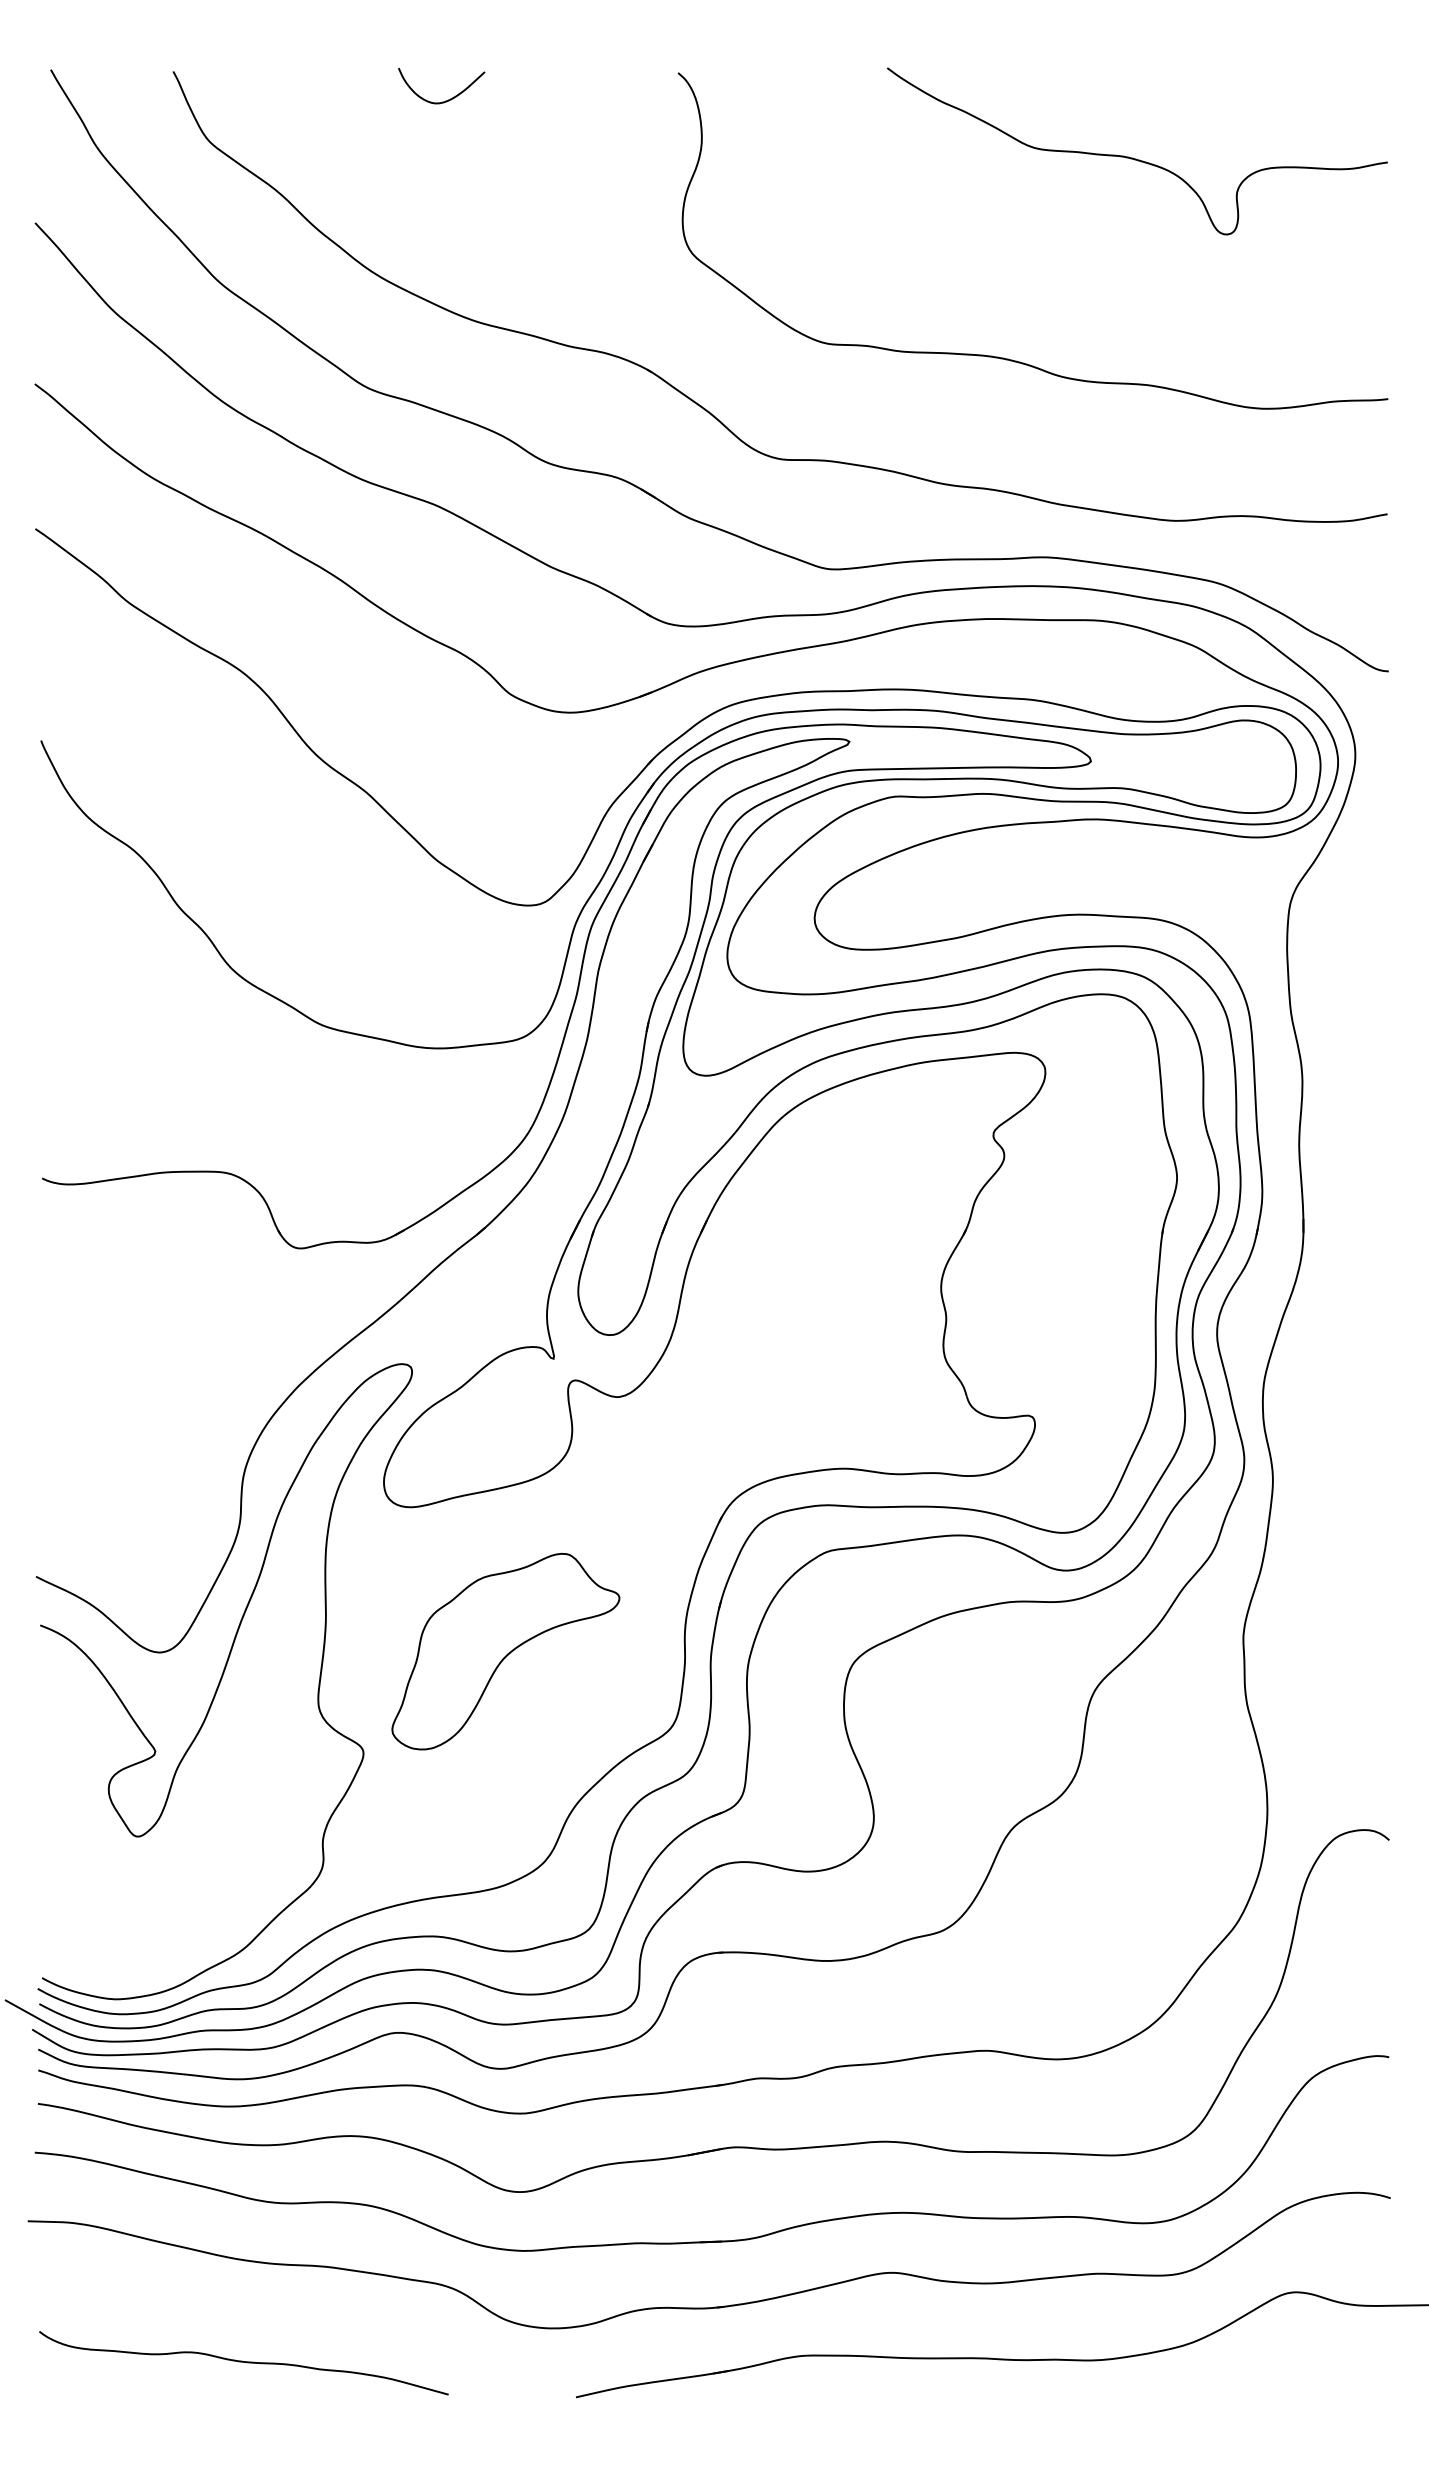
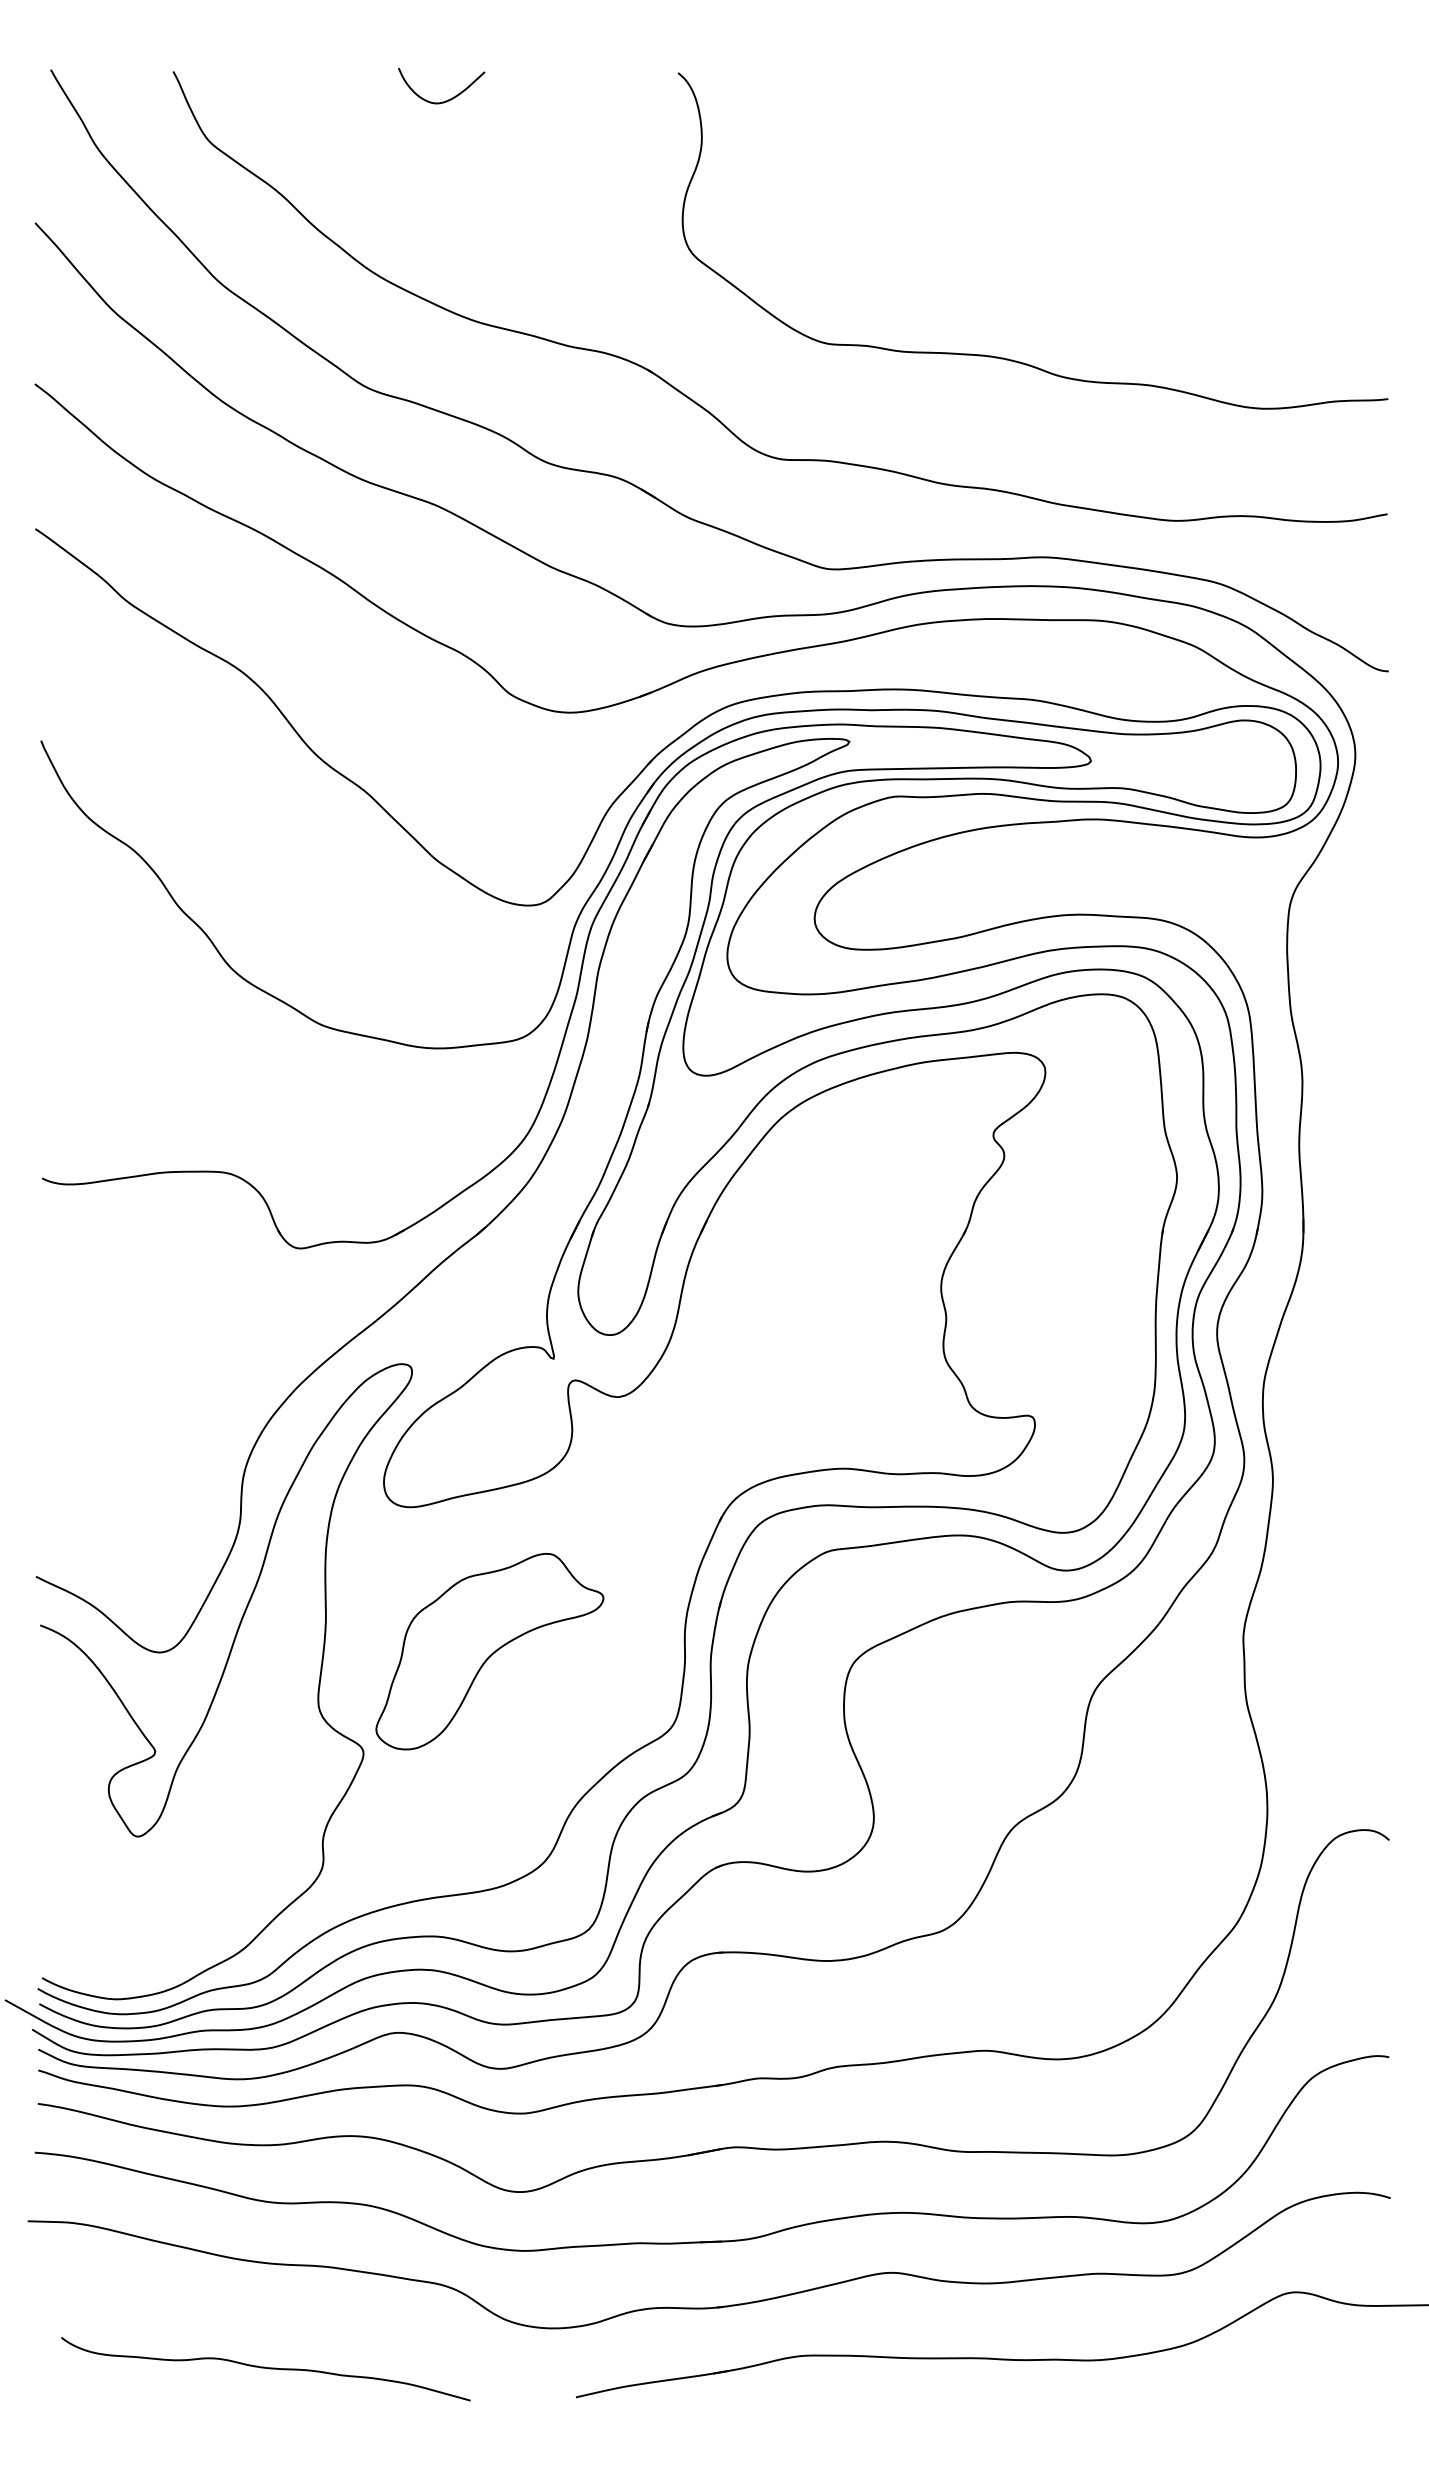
curve at (1136, 158): present -> none
part at (505, 1651) position: (505, 1651) -> (489, 1651)
curve at (243, 2362) position: (243, 2362) -> (265, 2368)
